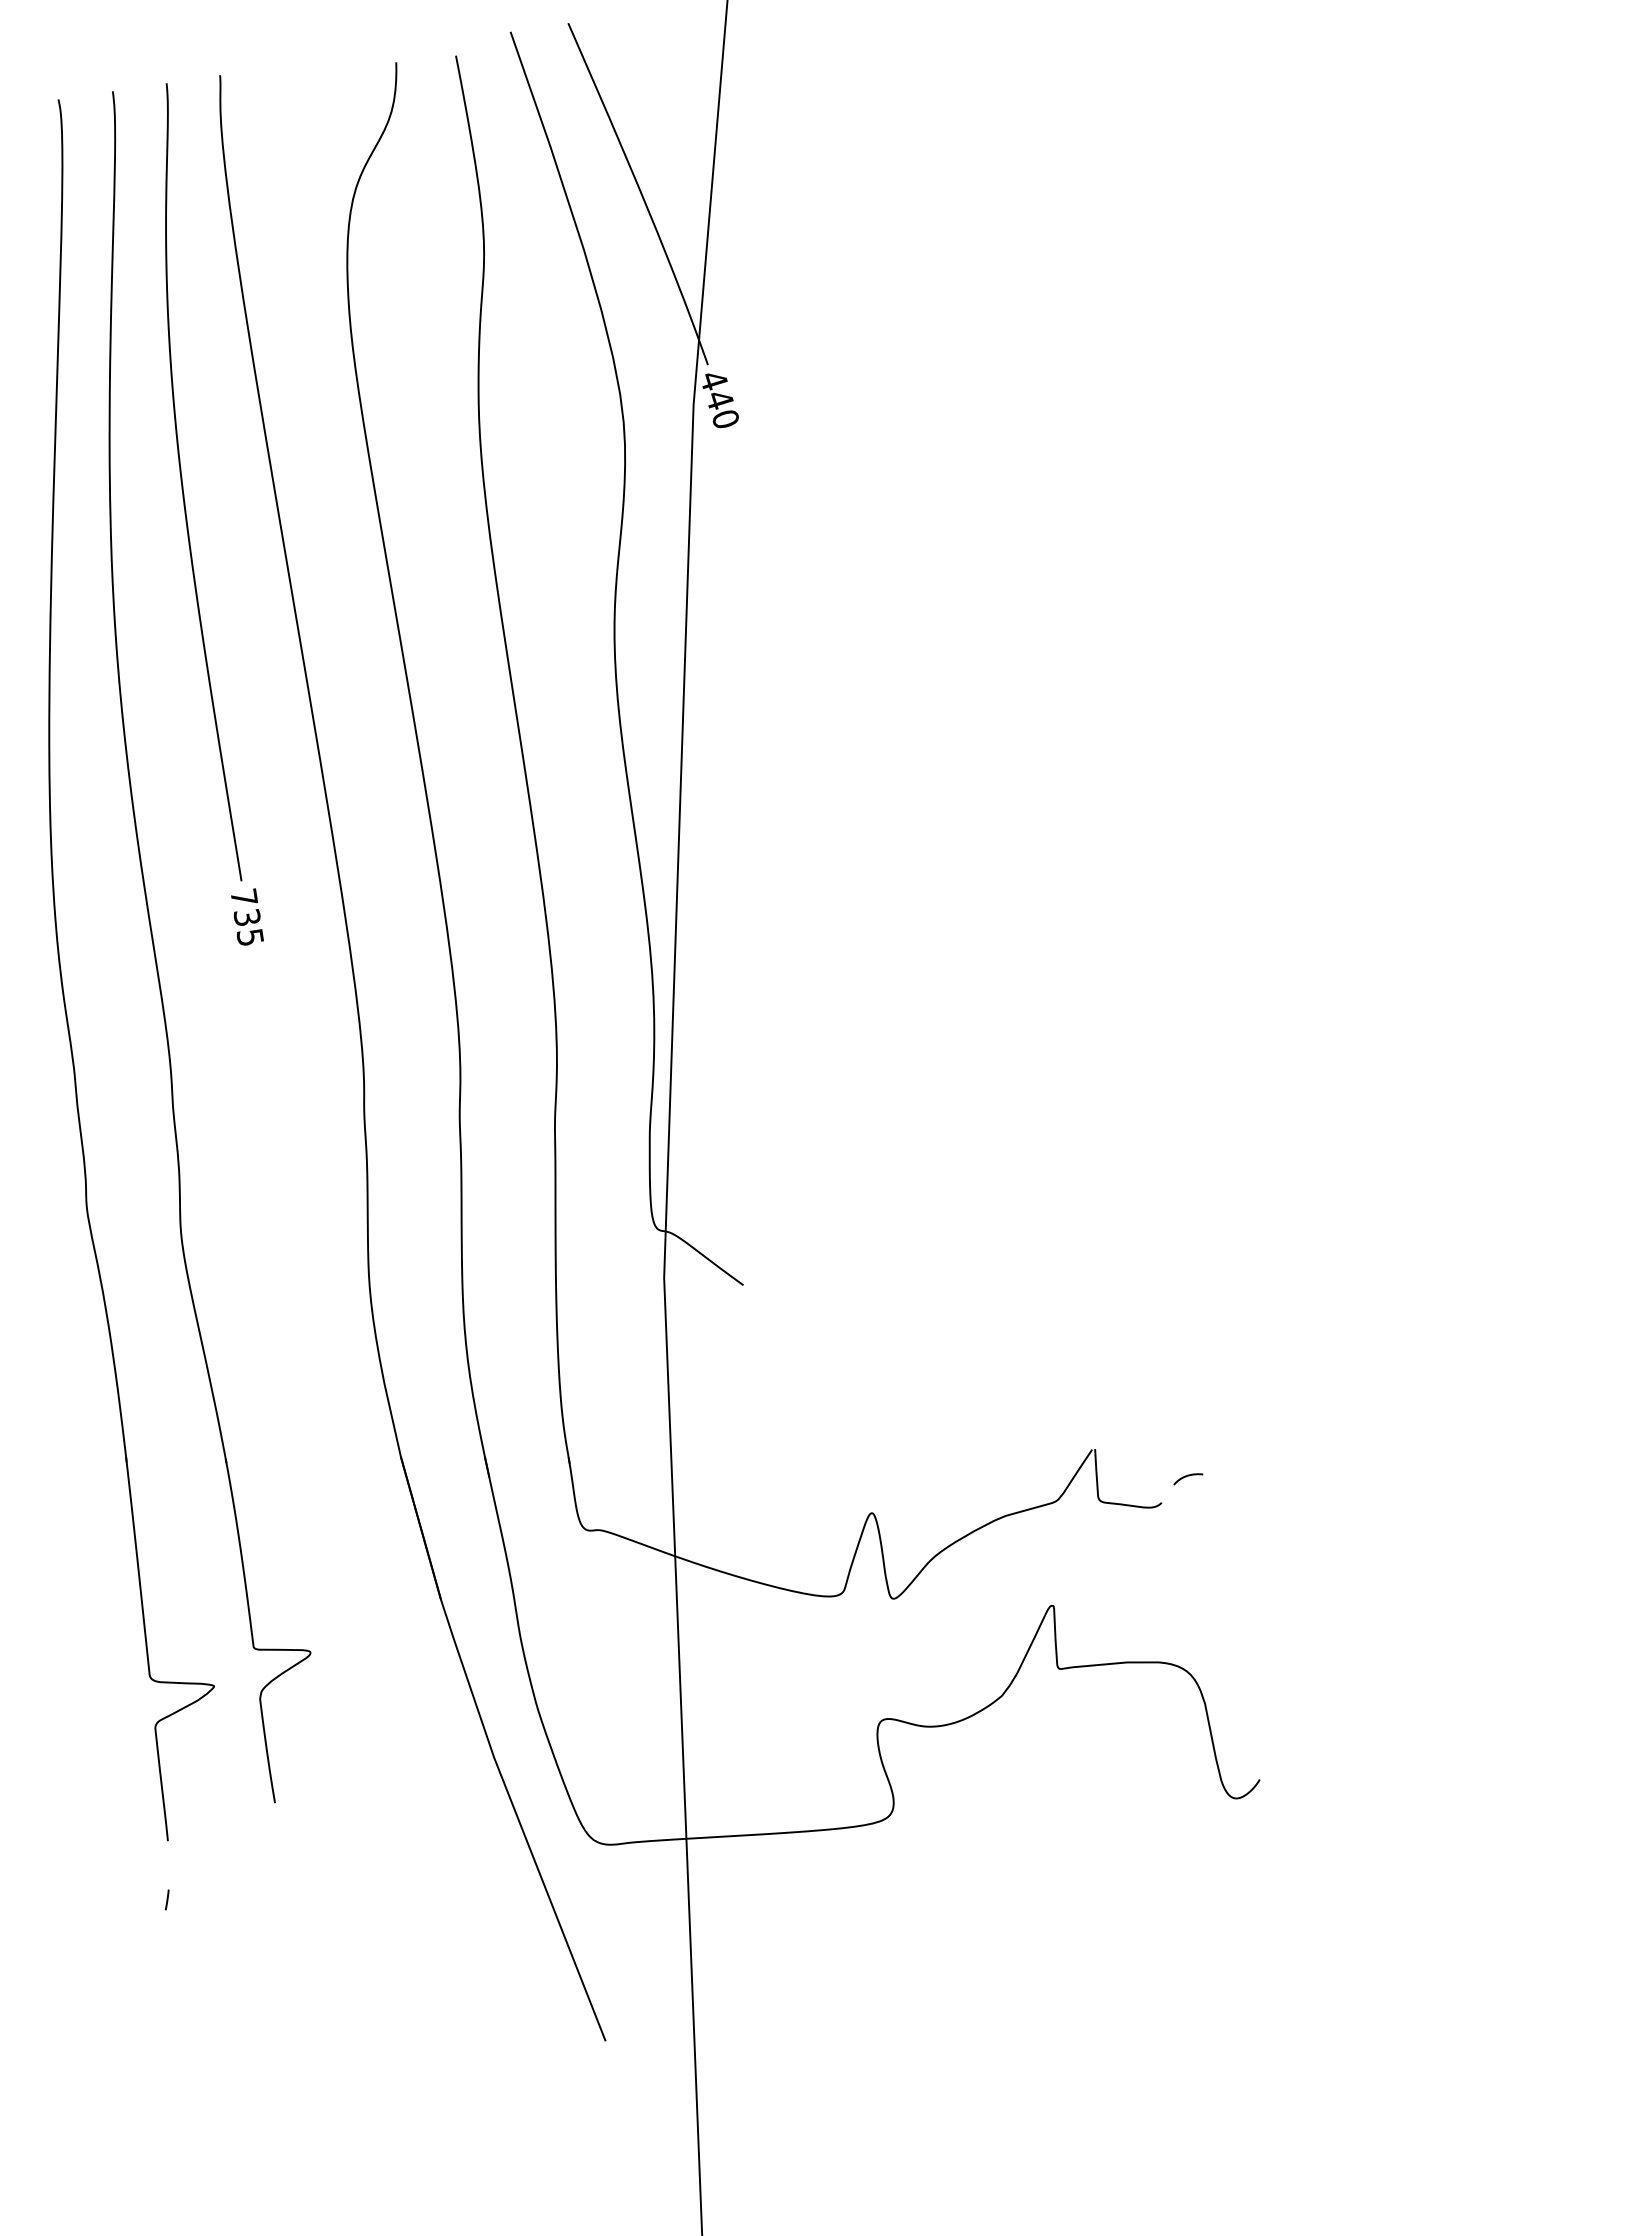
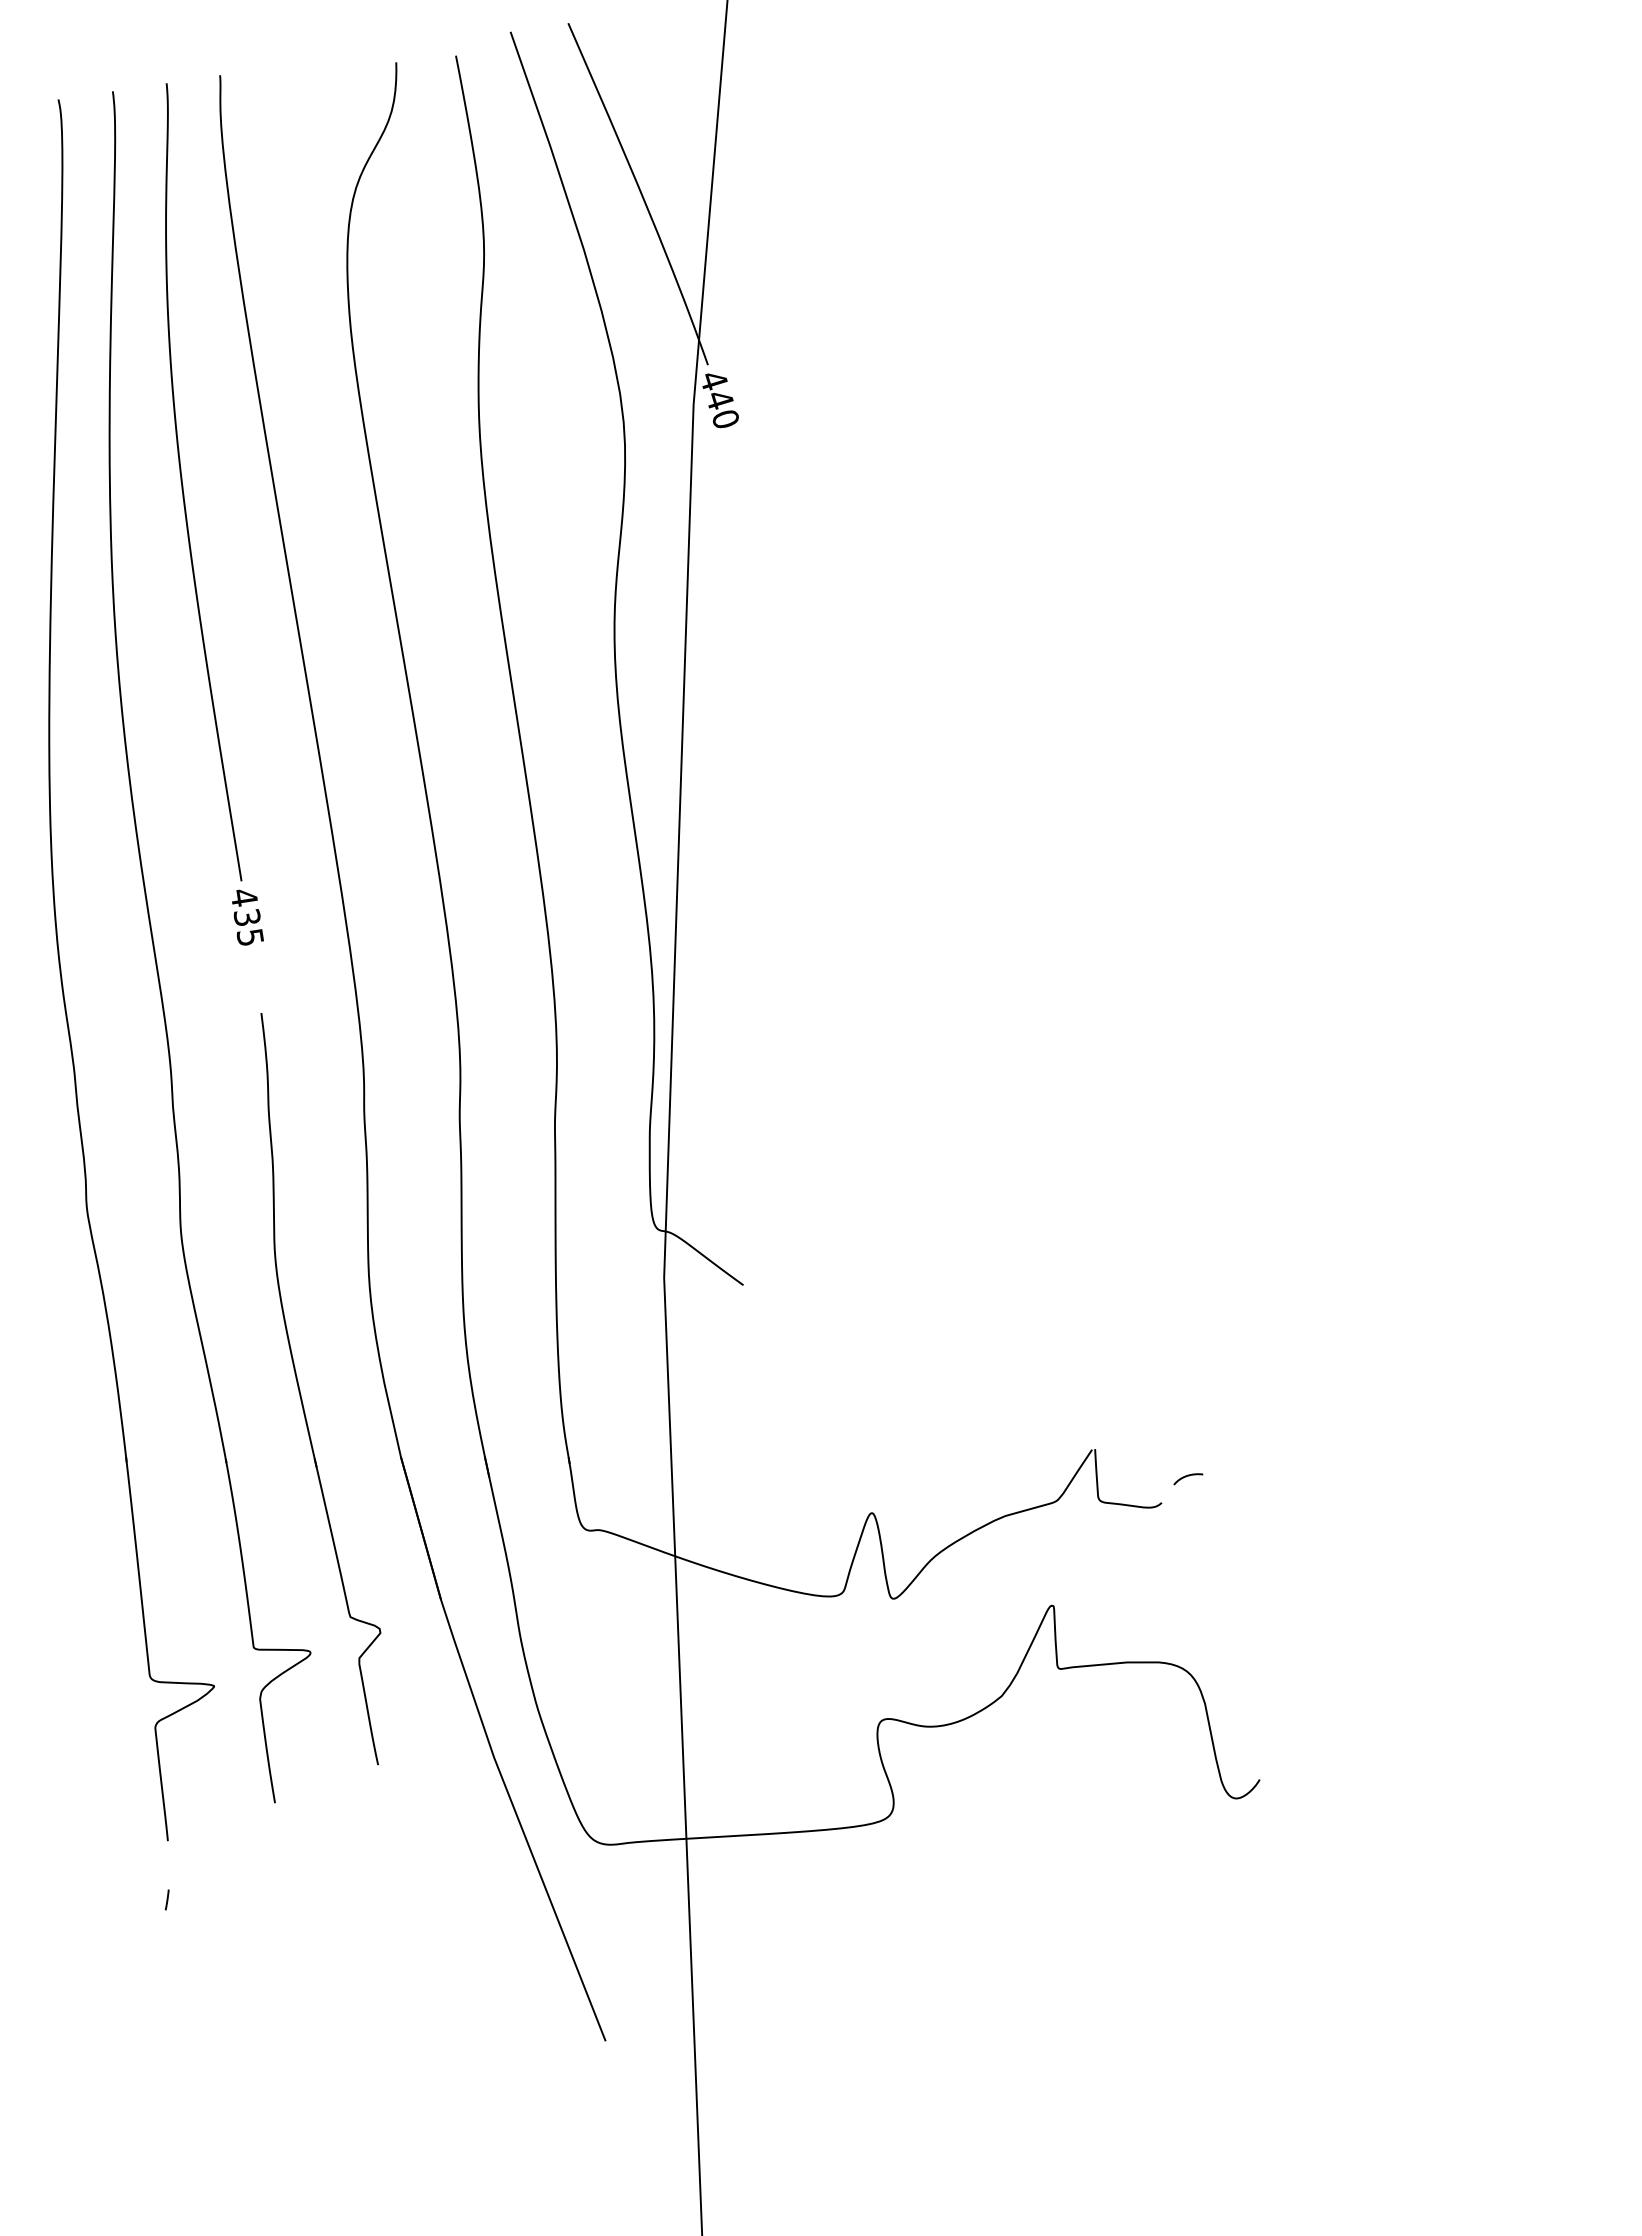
text at (244, 897): 735 -> 435
part at (301, 1394): none -> present
